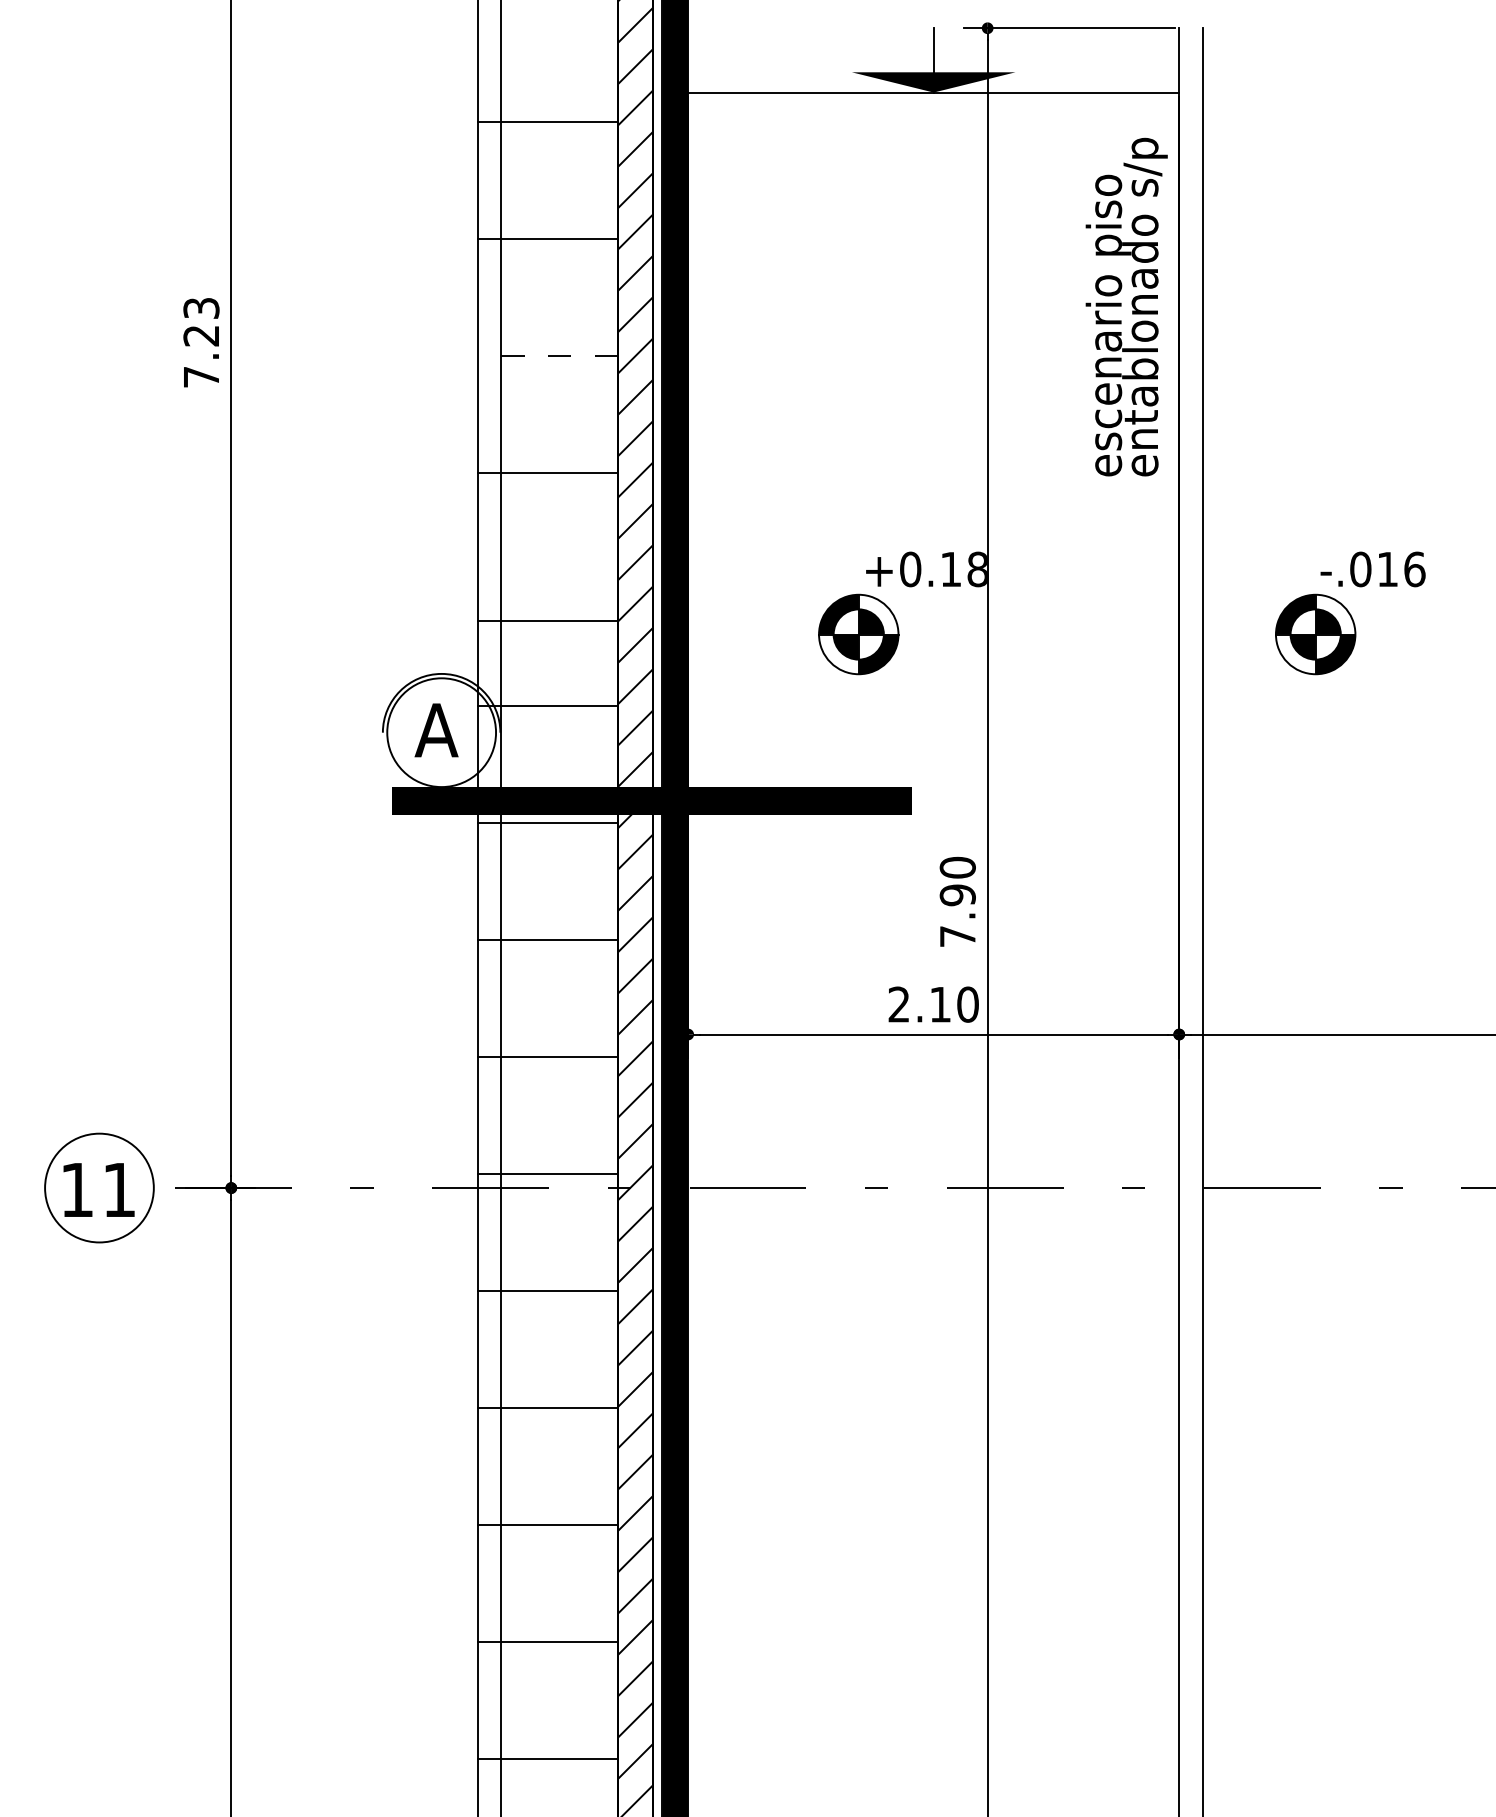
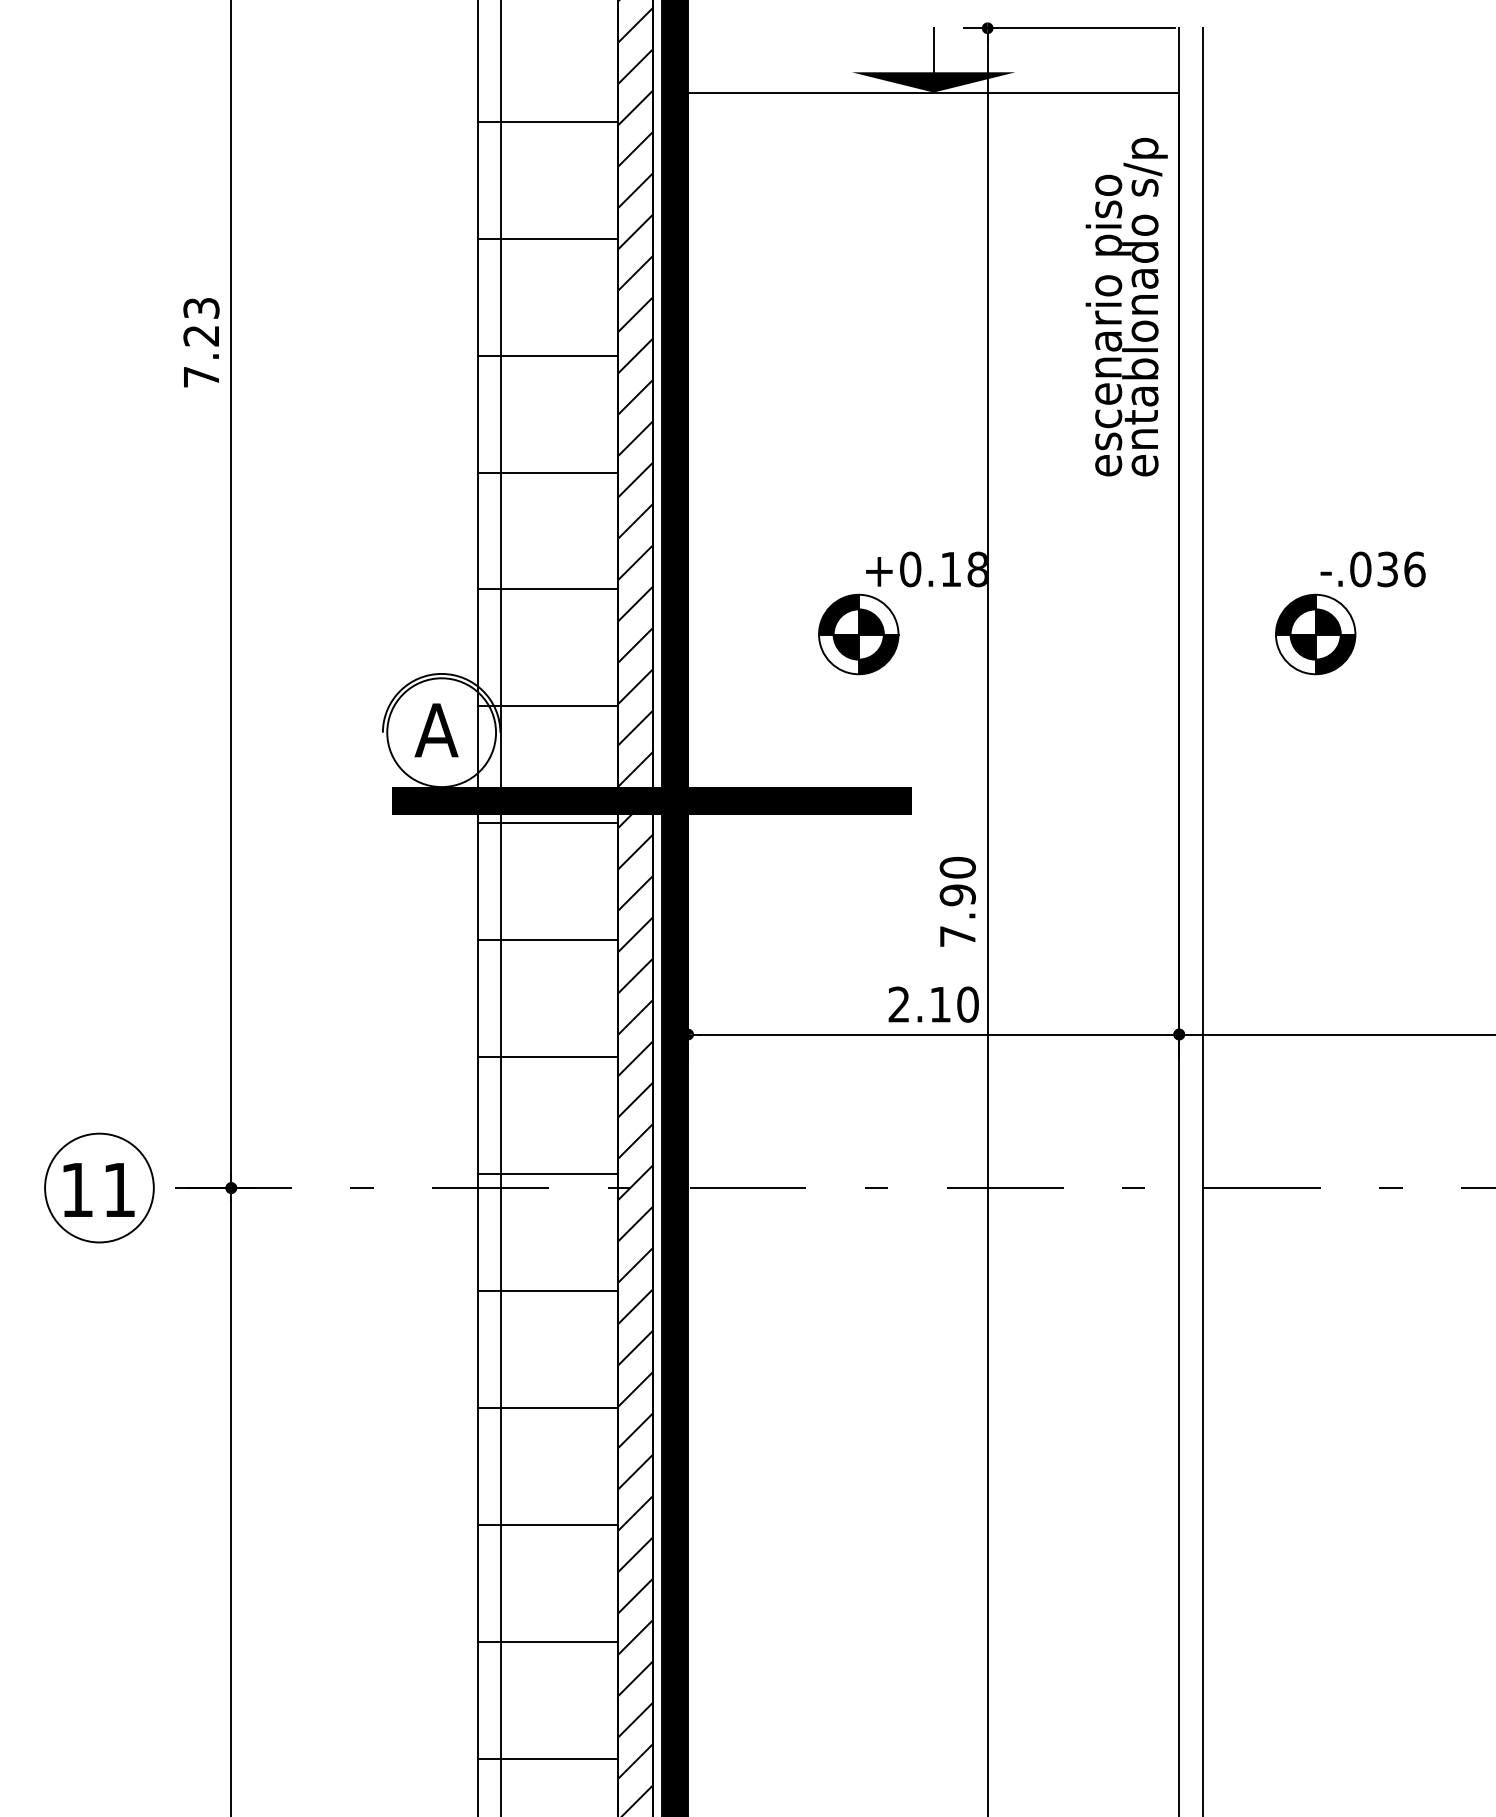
line at (547, 355): dashed -> solid
text at (1387, 569): -.016 -> -.036
line at (547, 621) position: (547, 621) -> (547, 589)
